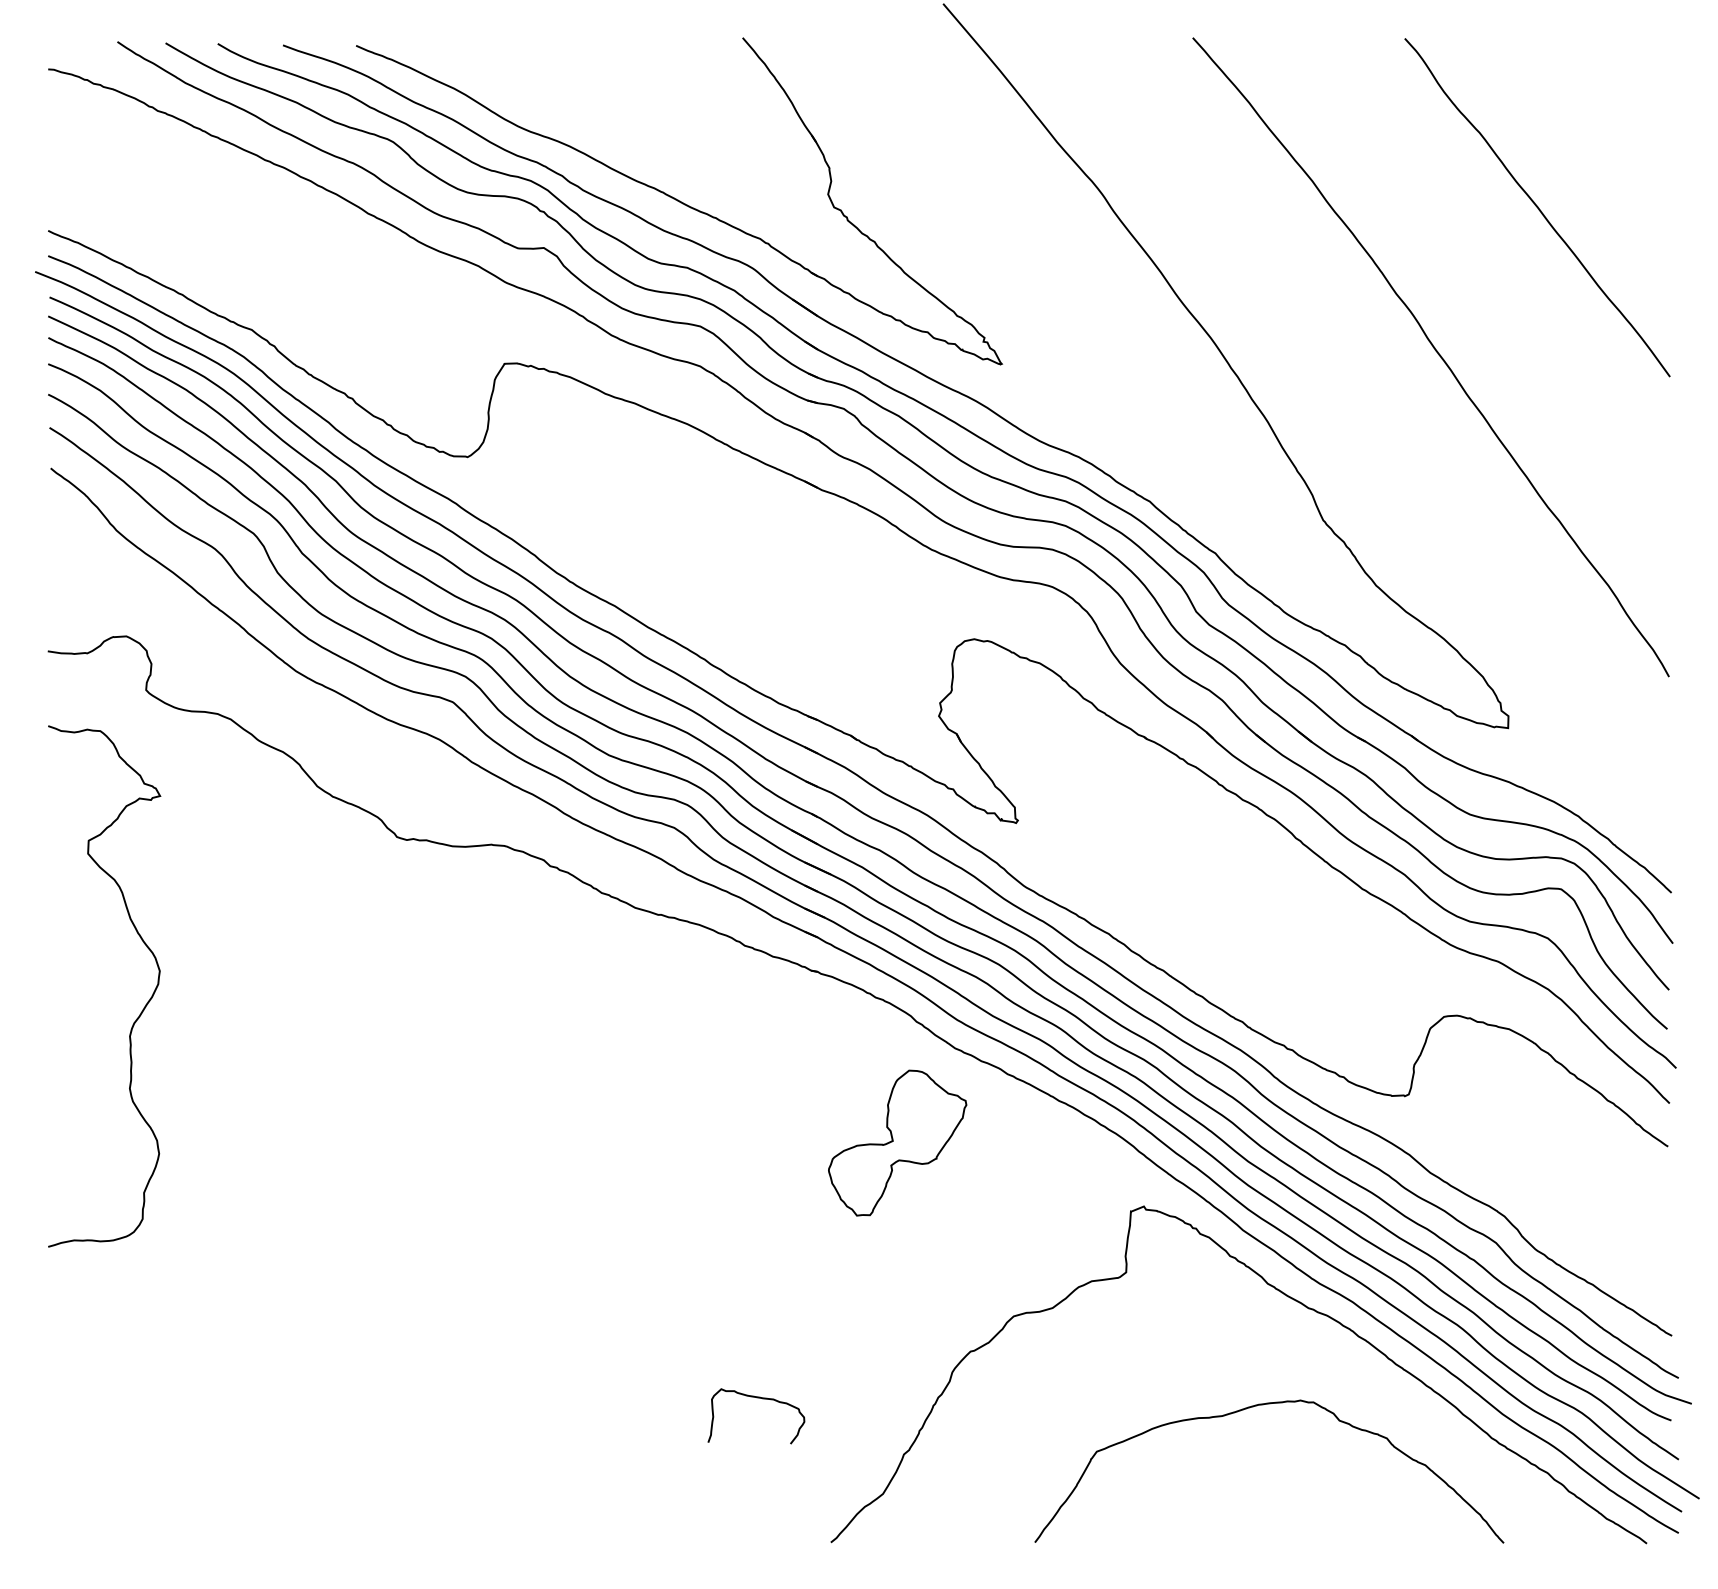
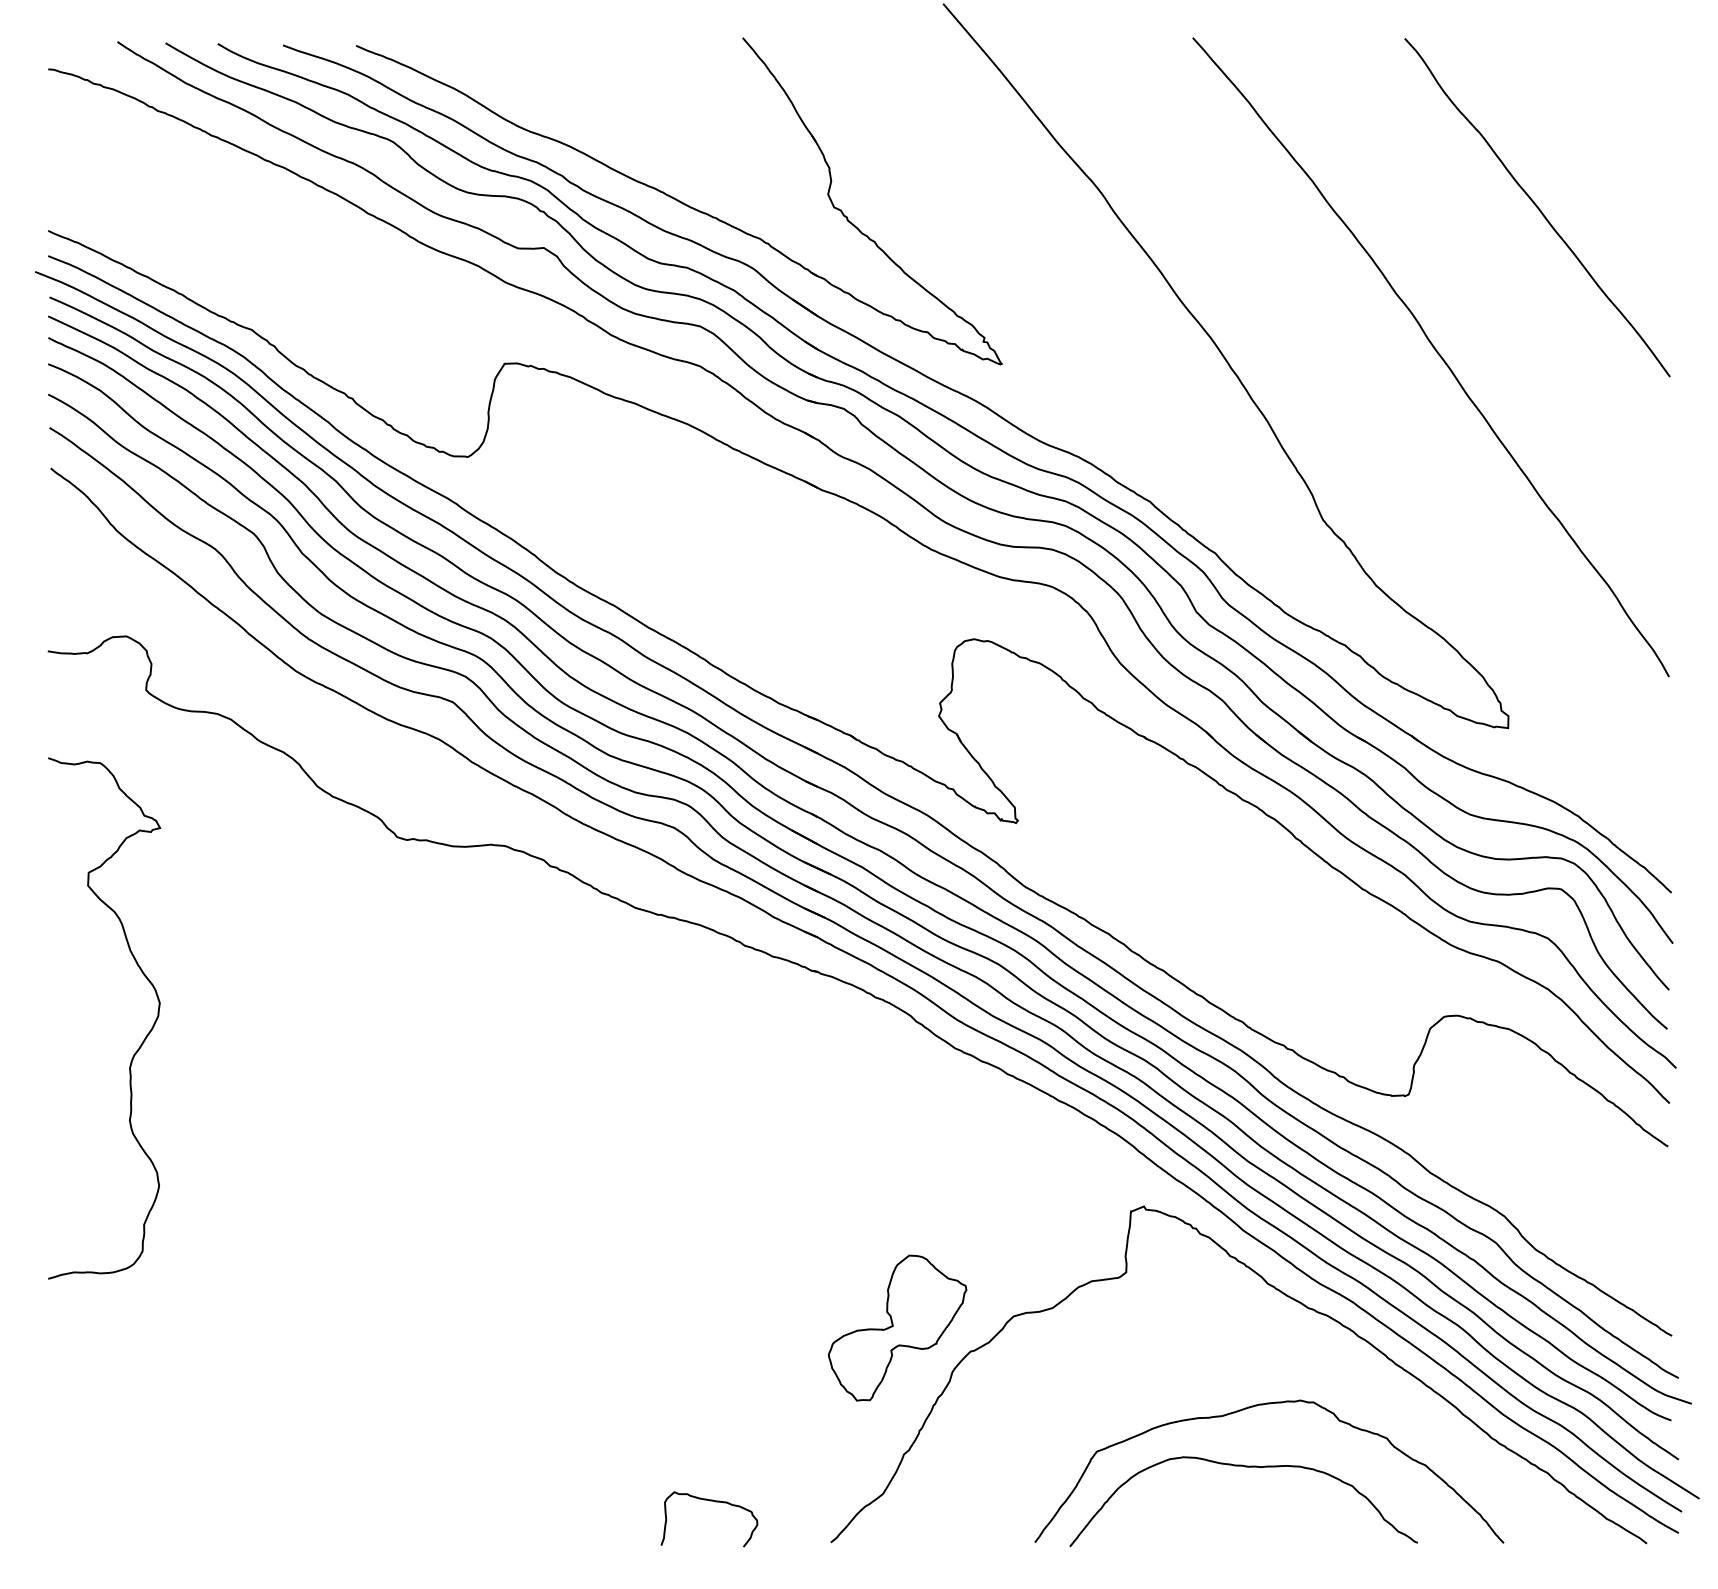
curve at (143, 1007) position: (143, 1007) -> (143, 1039)
part at (897, 1142) position: (897, 1142) -> (897, 1327)
curve at (756, 1398) position: (756, 1398) -> (709, 1501)
curve at (1245, 1467): none -> present
